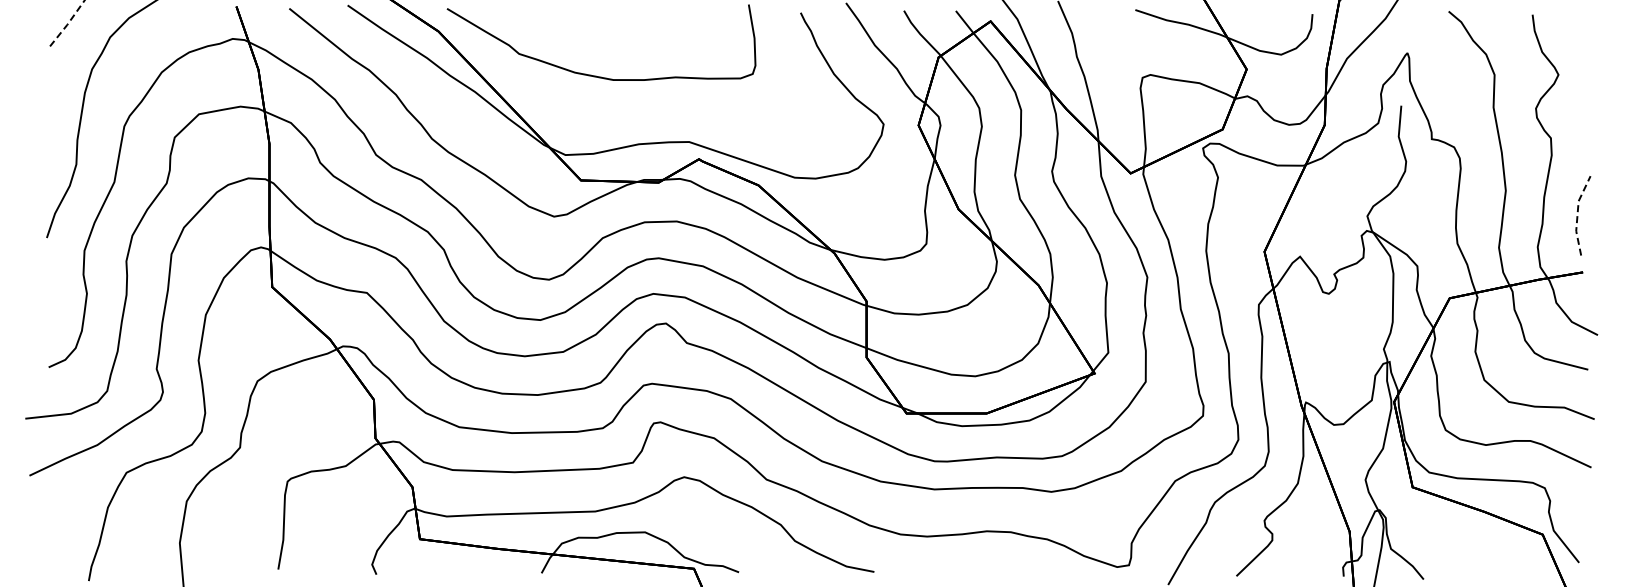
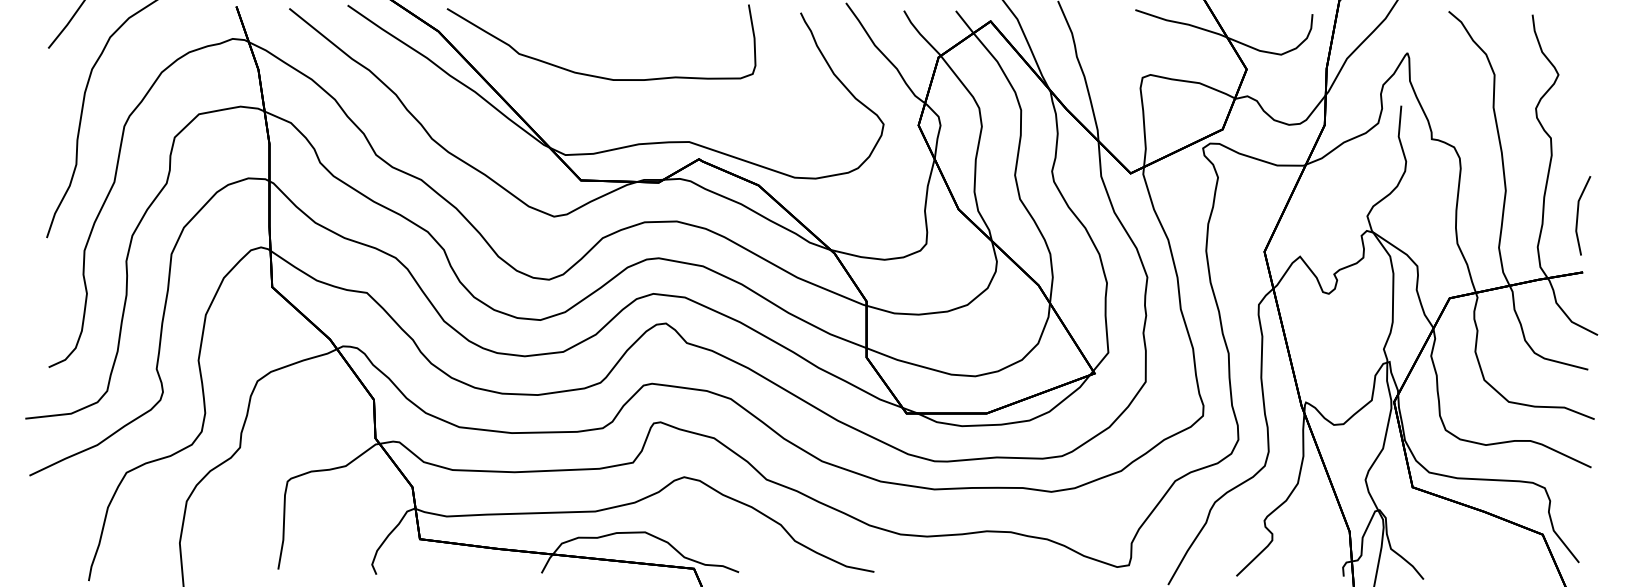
line at (67, 24): dashed -> solid
line at (1577, 214): dashed -> solid
